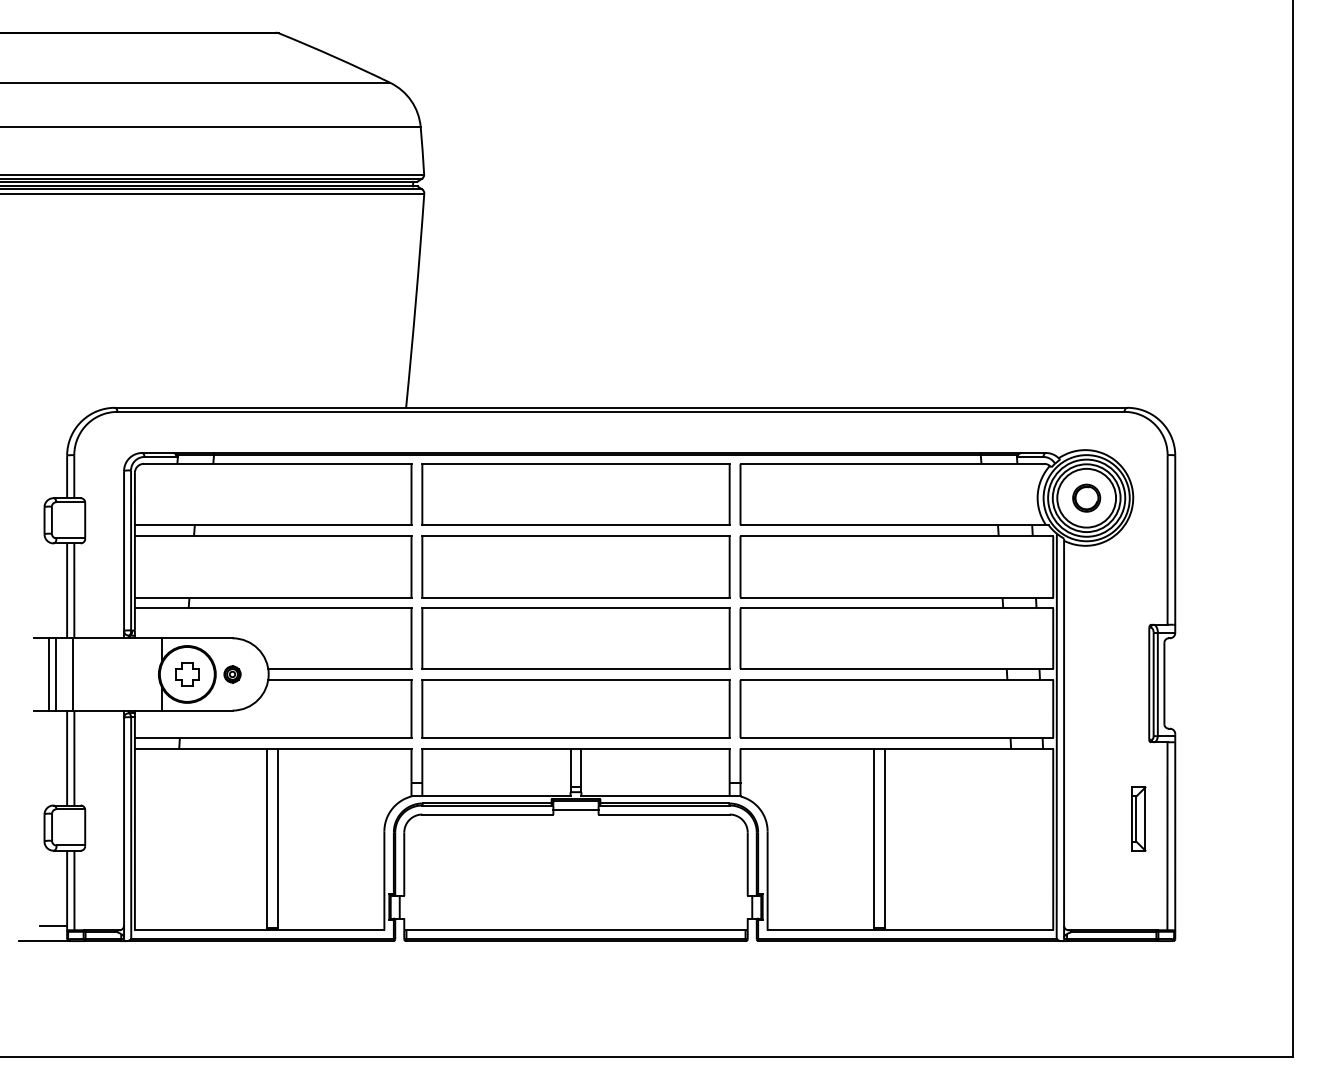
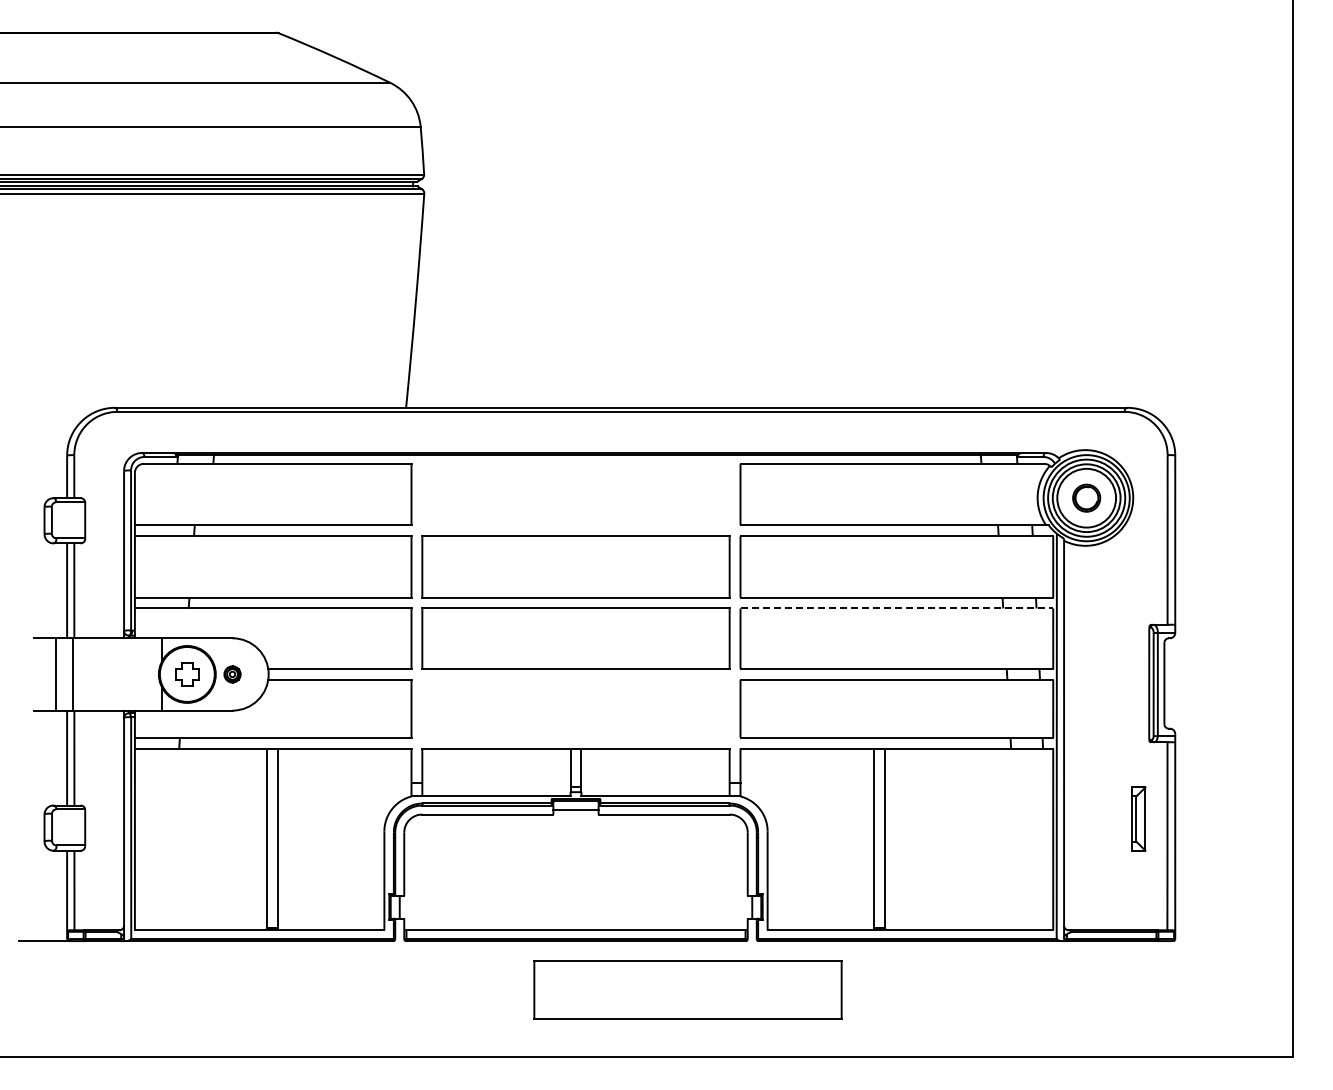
part at (575, 494): present -> none
line at (897, 608): solid -> dashed
line at (49, 674): present -> none
part at (575, 708) position: (575, 708) -> (687, 989)
line at (53, 926): present -> none
